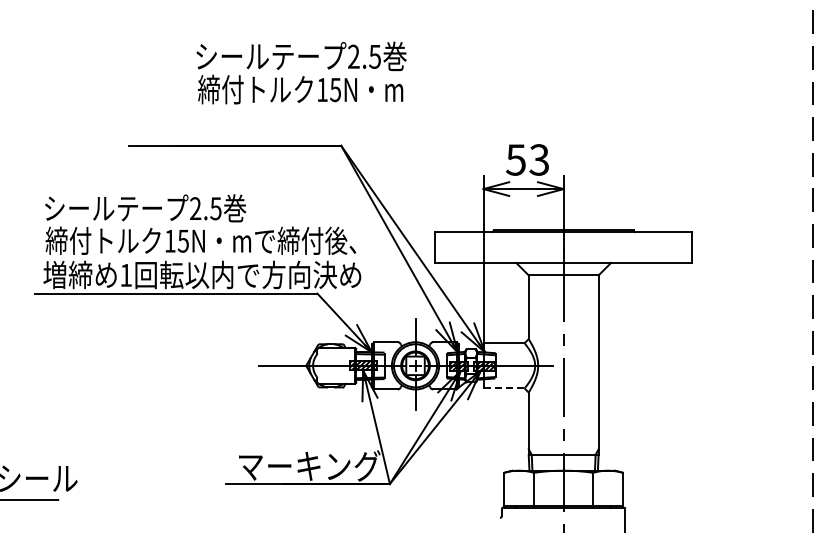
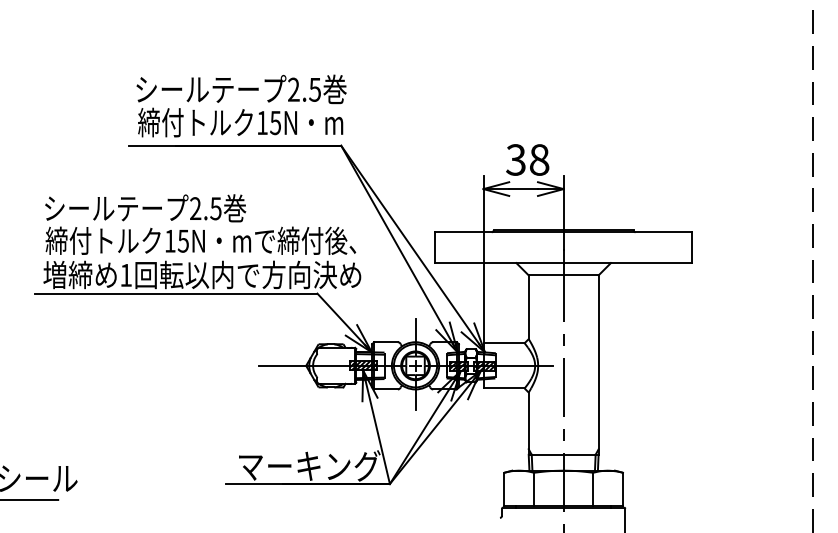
text at (301, 72) position: (301, 72) -> (241, 105)
text at (527, 159): 53 -> 38
line at (504, 388): dashed -> solid
